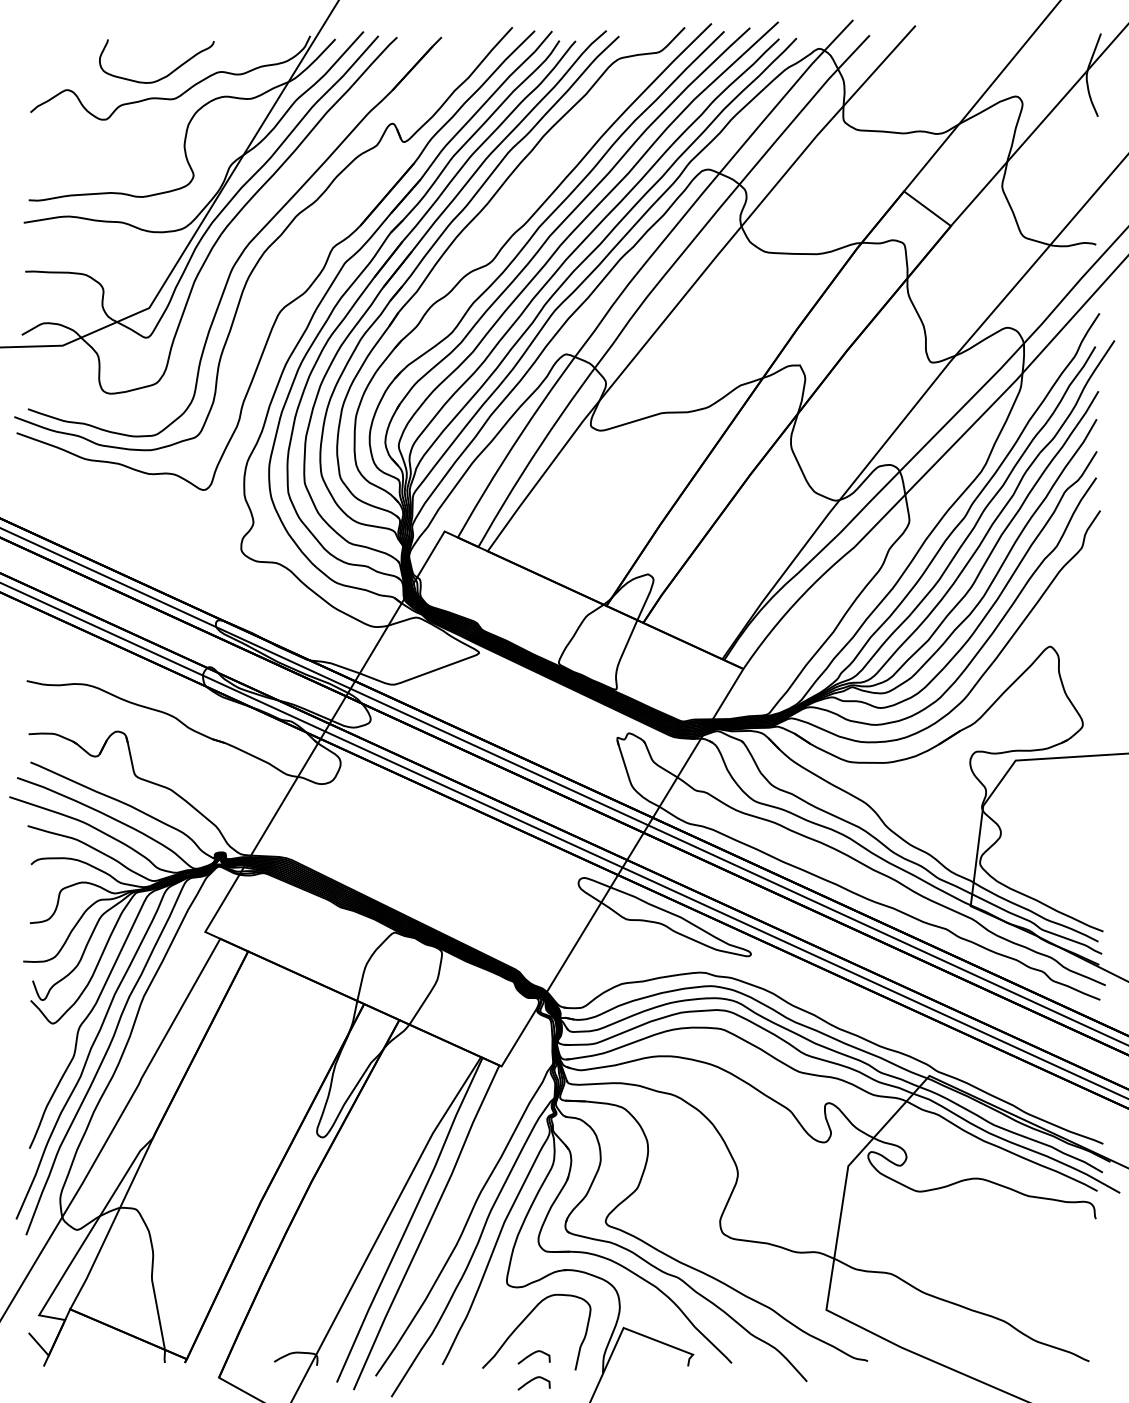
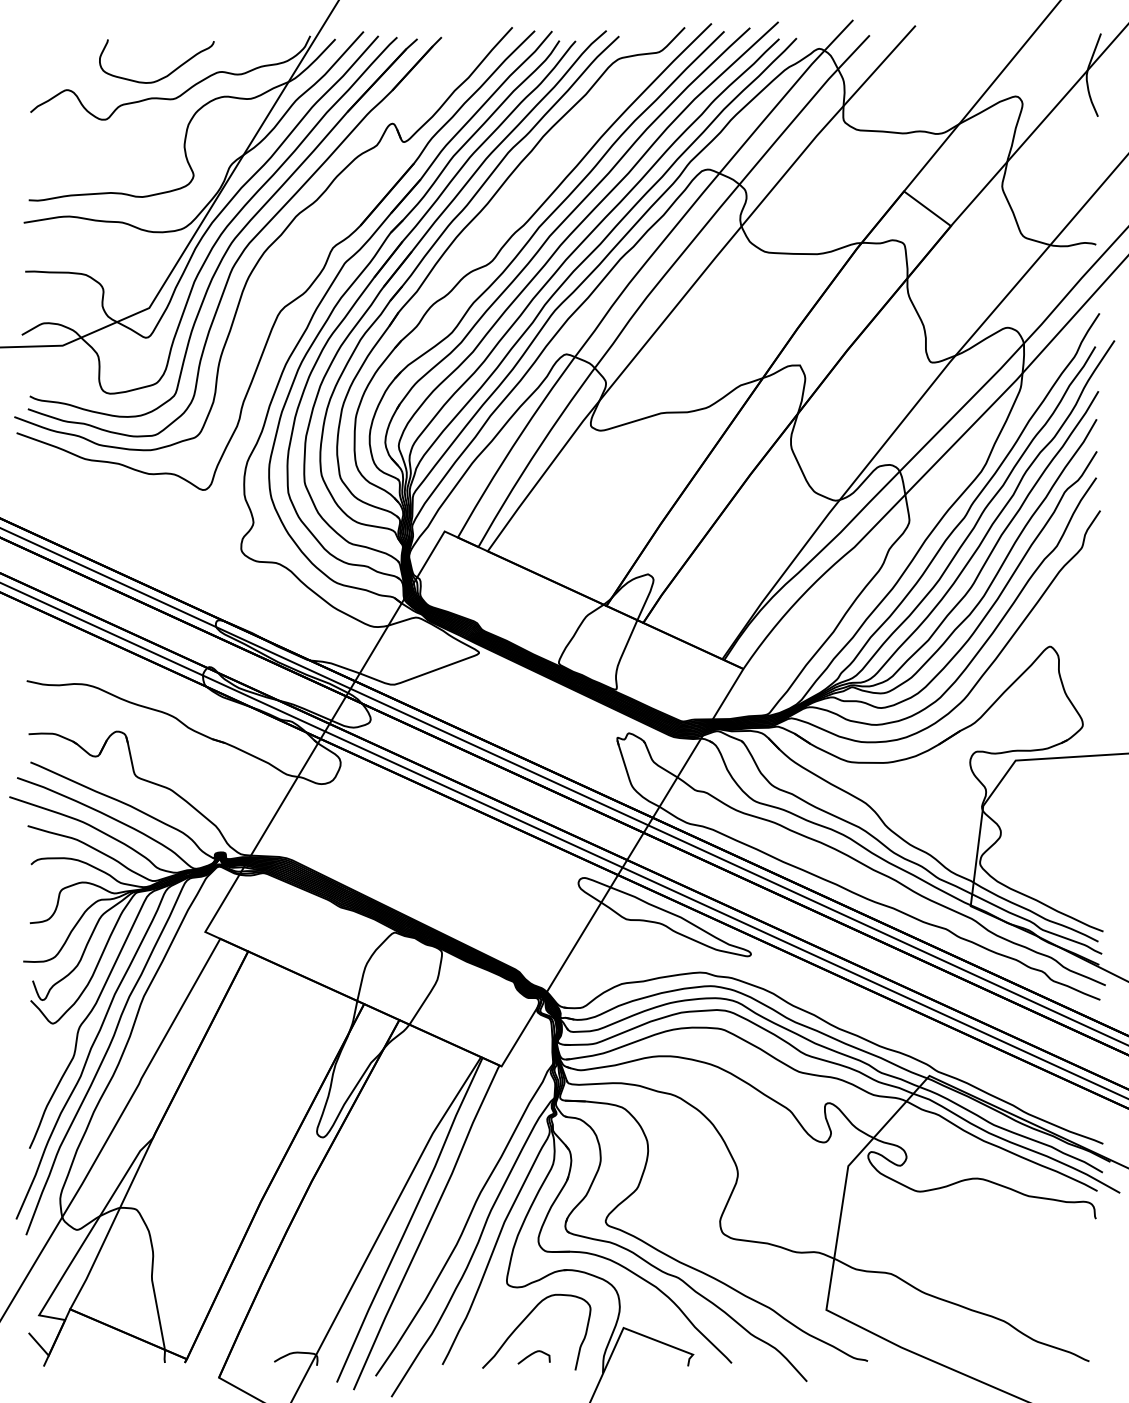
part at (234, 237): none -> present
curve at (531, 1381): present -> none
